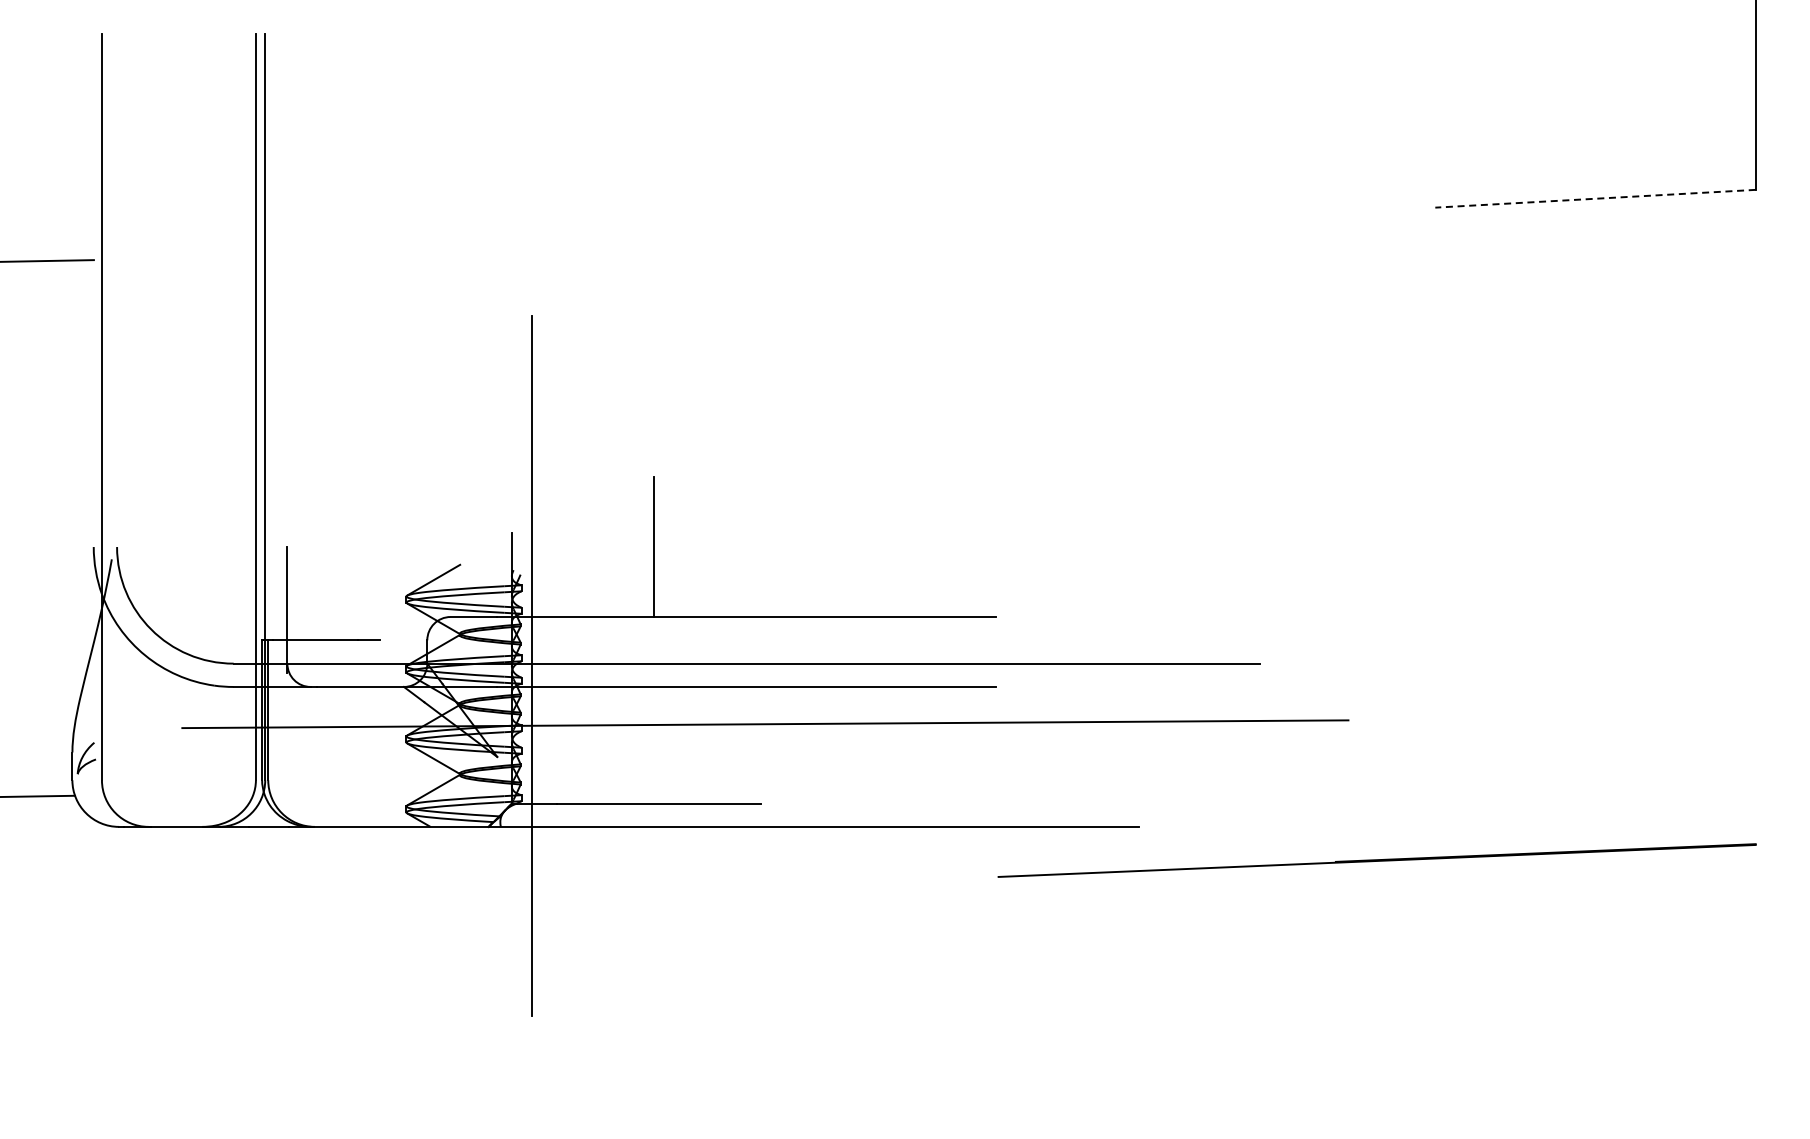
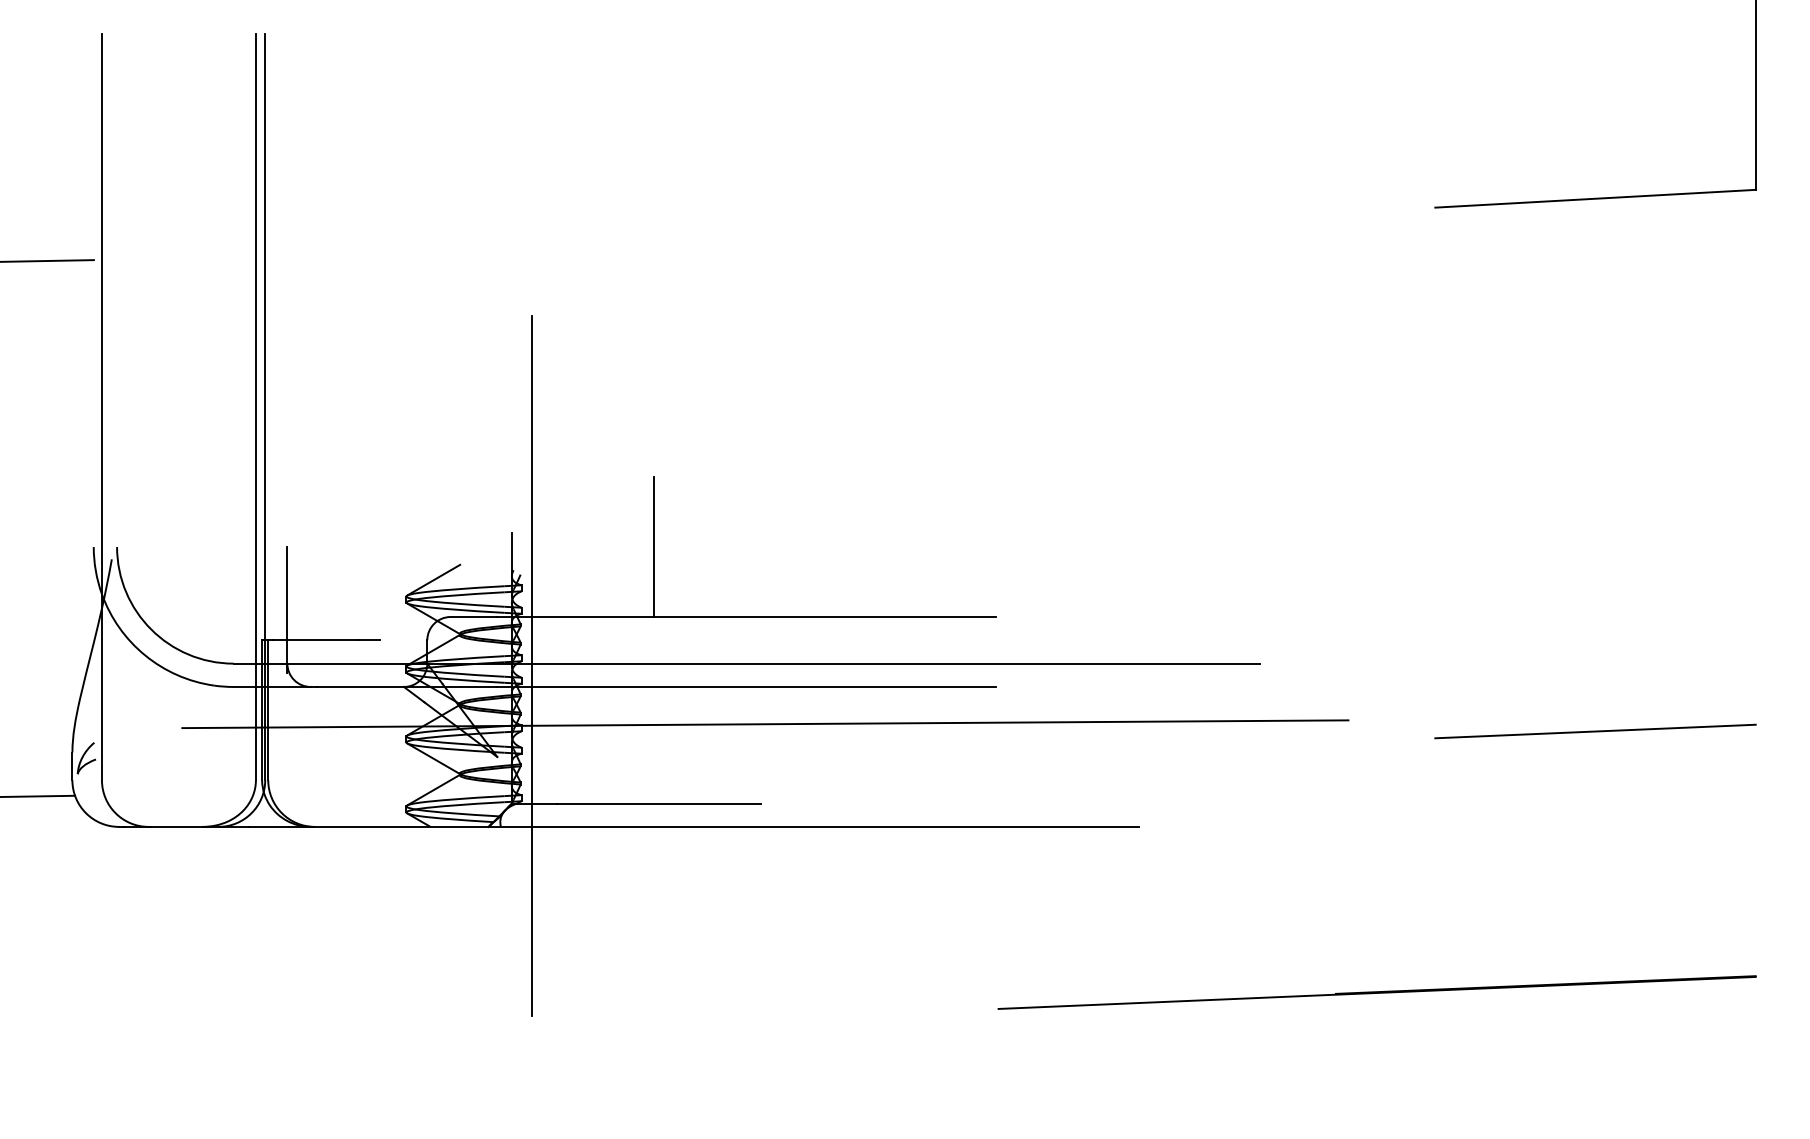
line at (1595, 198): dashed -> solid
line at (1595, 731): none -> present
line at (1376, 860) position: (1376, 860) -> (1376, 992)
